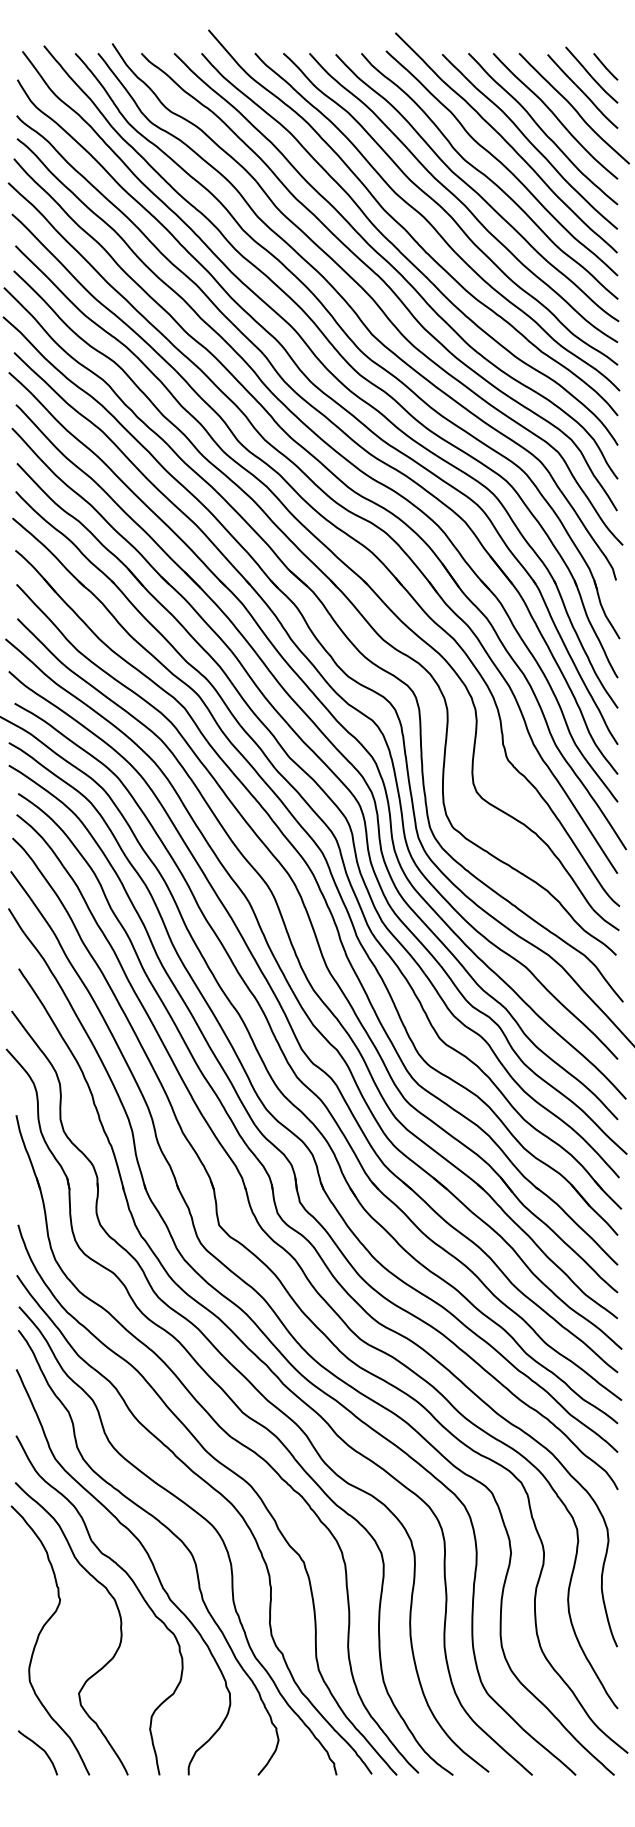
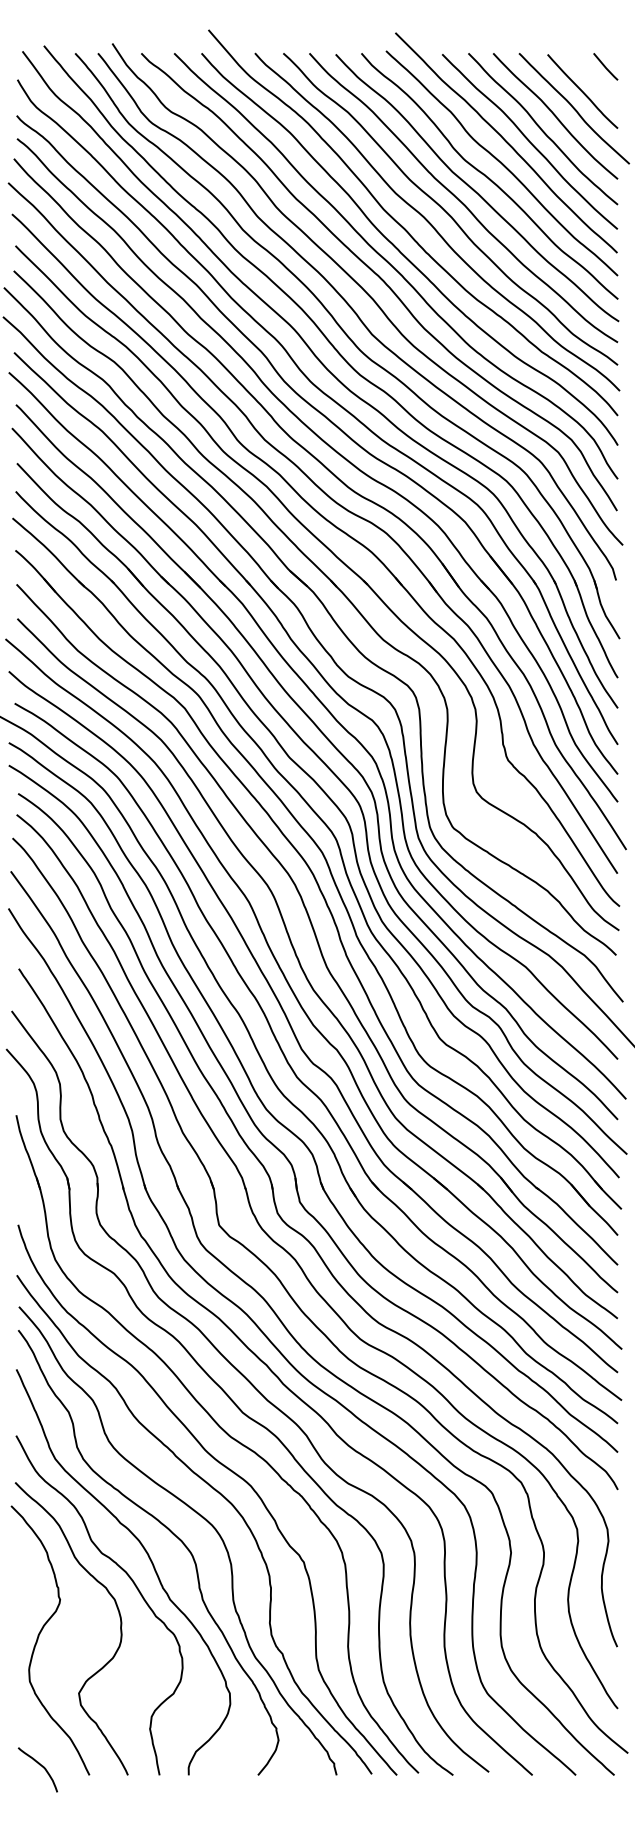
curve at (590, 74): present -> none
curve at (39, 1748) position: (39, 1748) -> (39, 1765)
